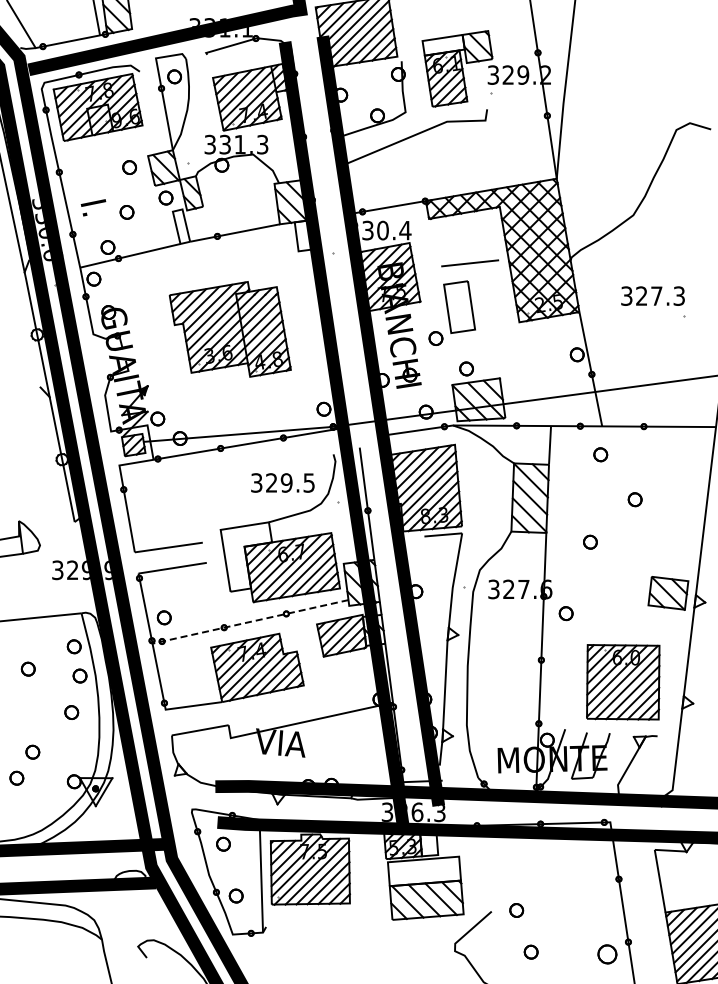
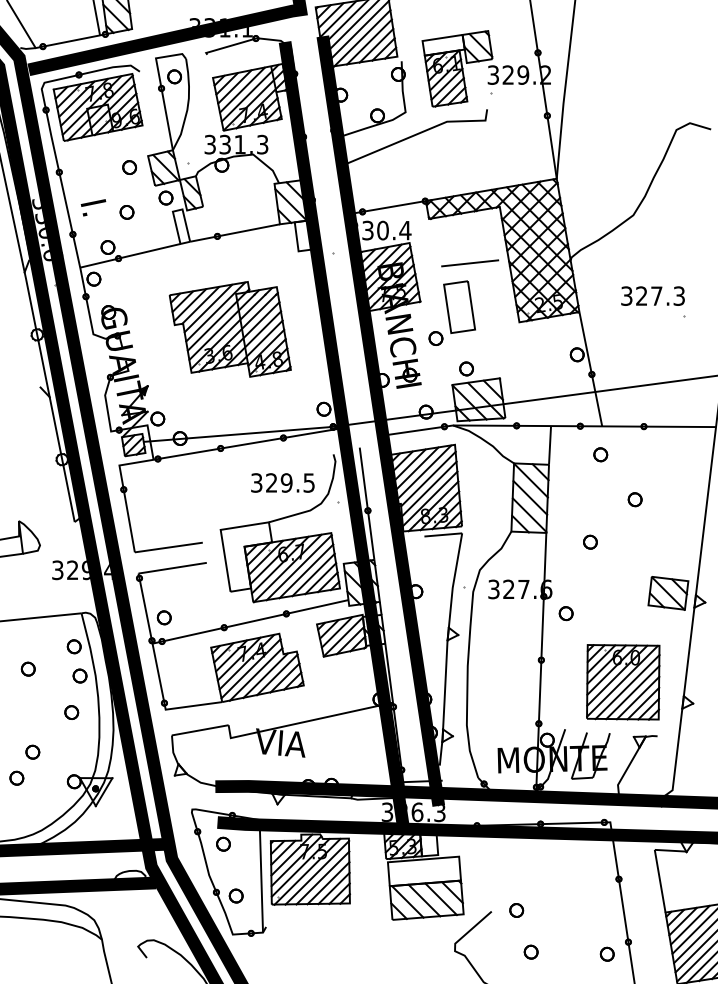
text at (108, 570): 329.9 -> 329.4
line at (250, 622): dashed -> solid
part at (607, 954) size: 21x21 px -> 16x16 px
